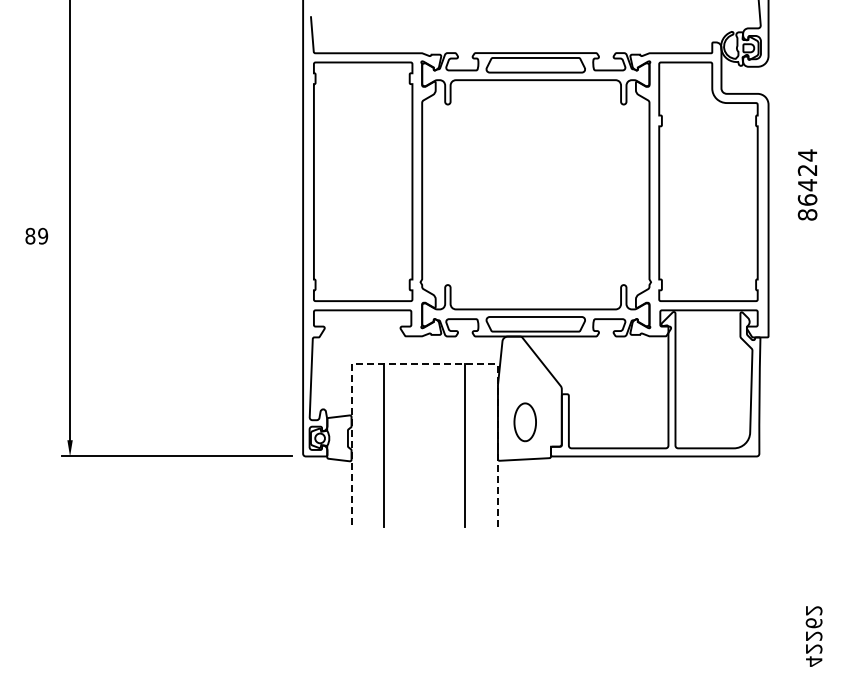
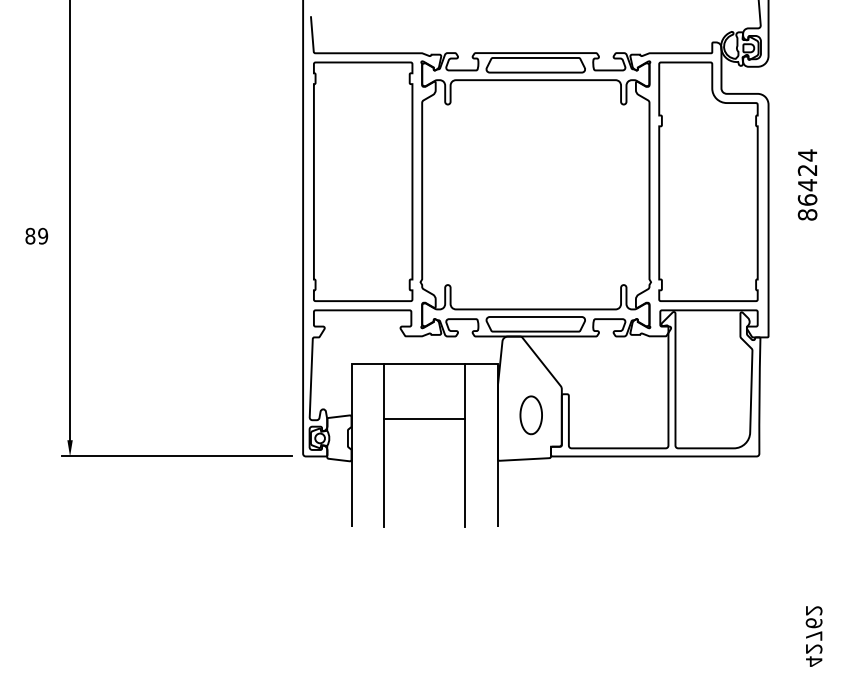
line at (424, 364): dashed -> solid
line at (424, 418): none -> present
part at (524, 422) position: (524, 422) -> (530, 415)
text at (814, 635): 42262 -> 42762
